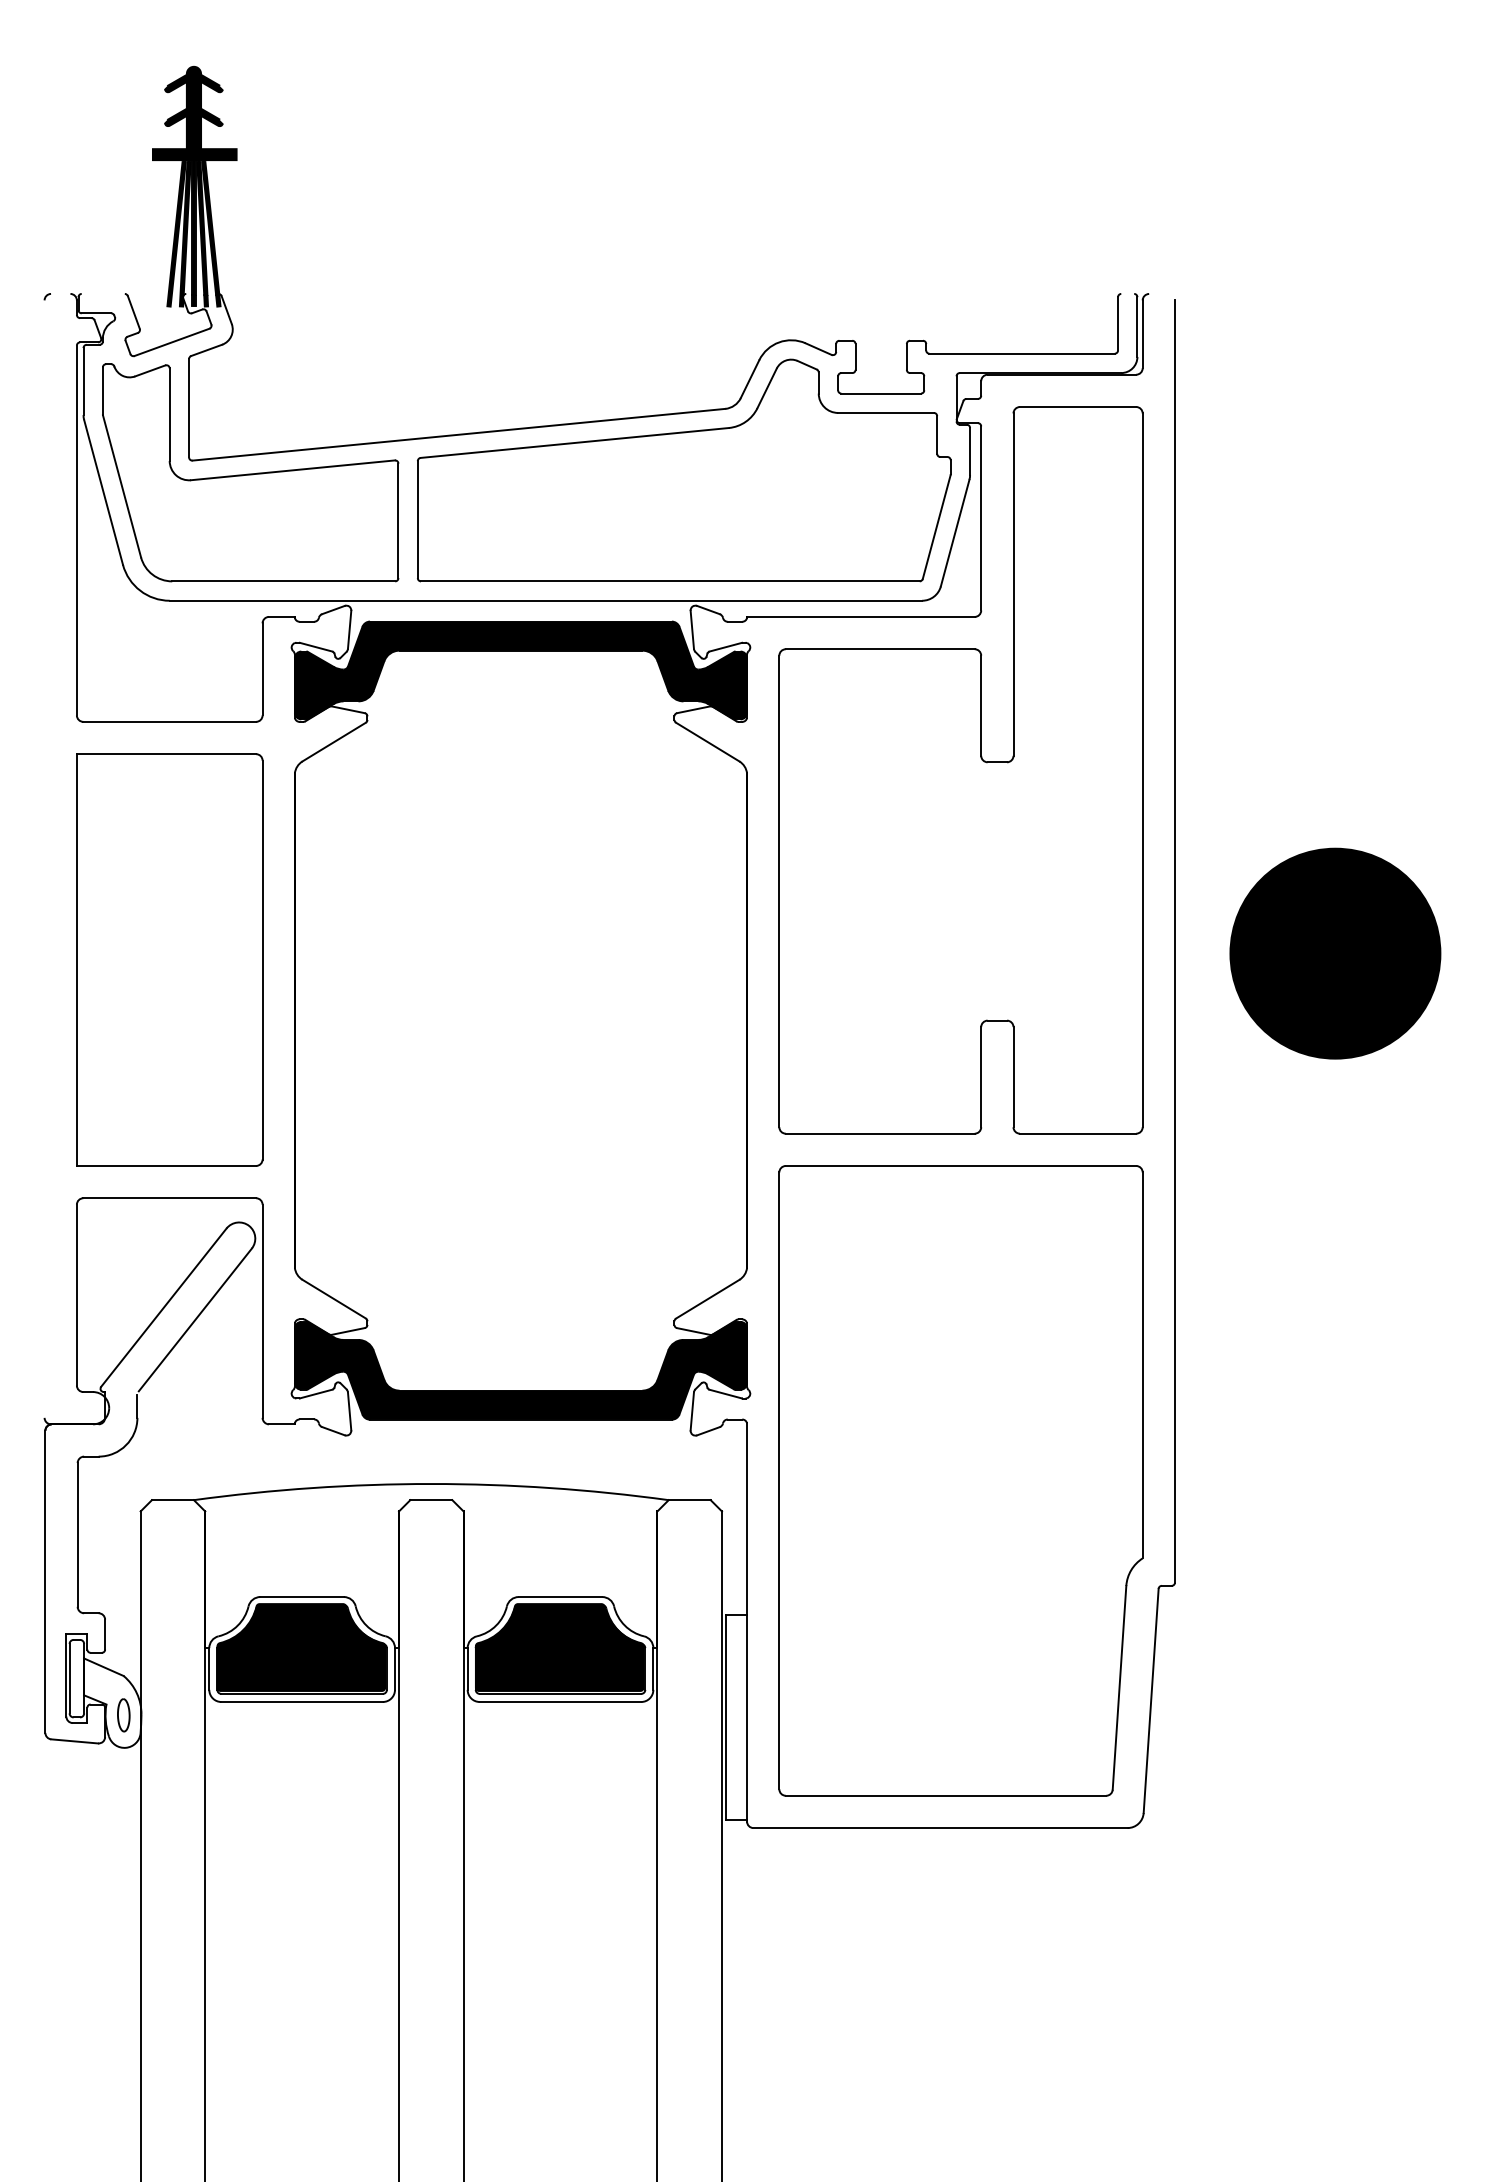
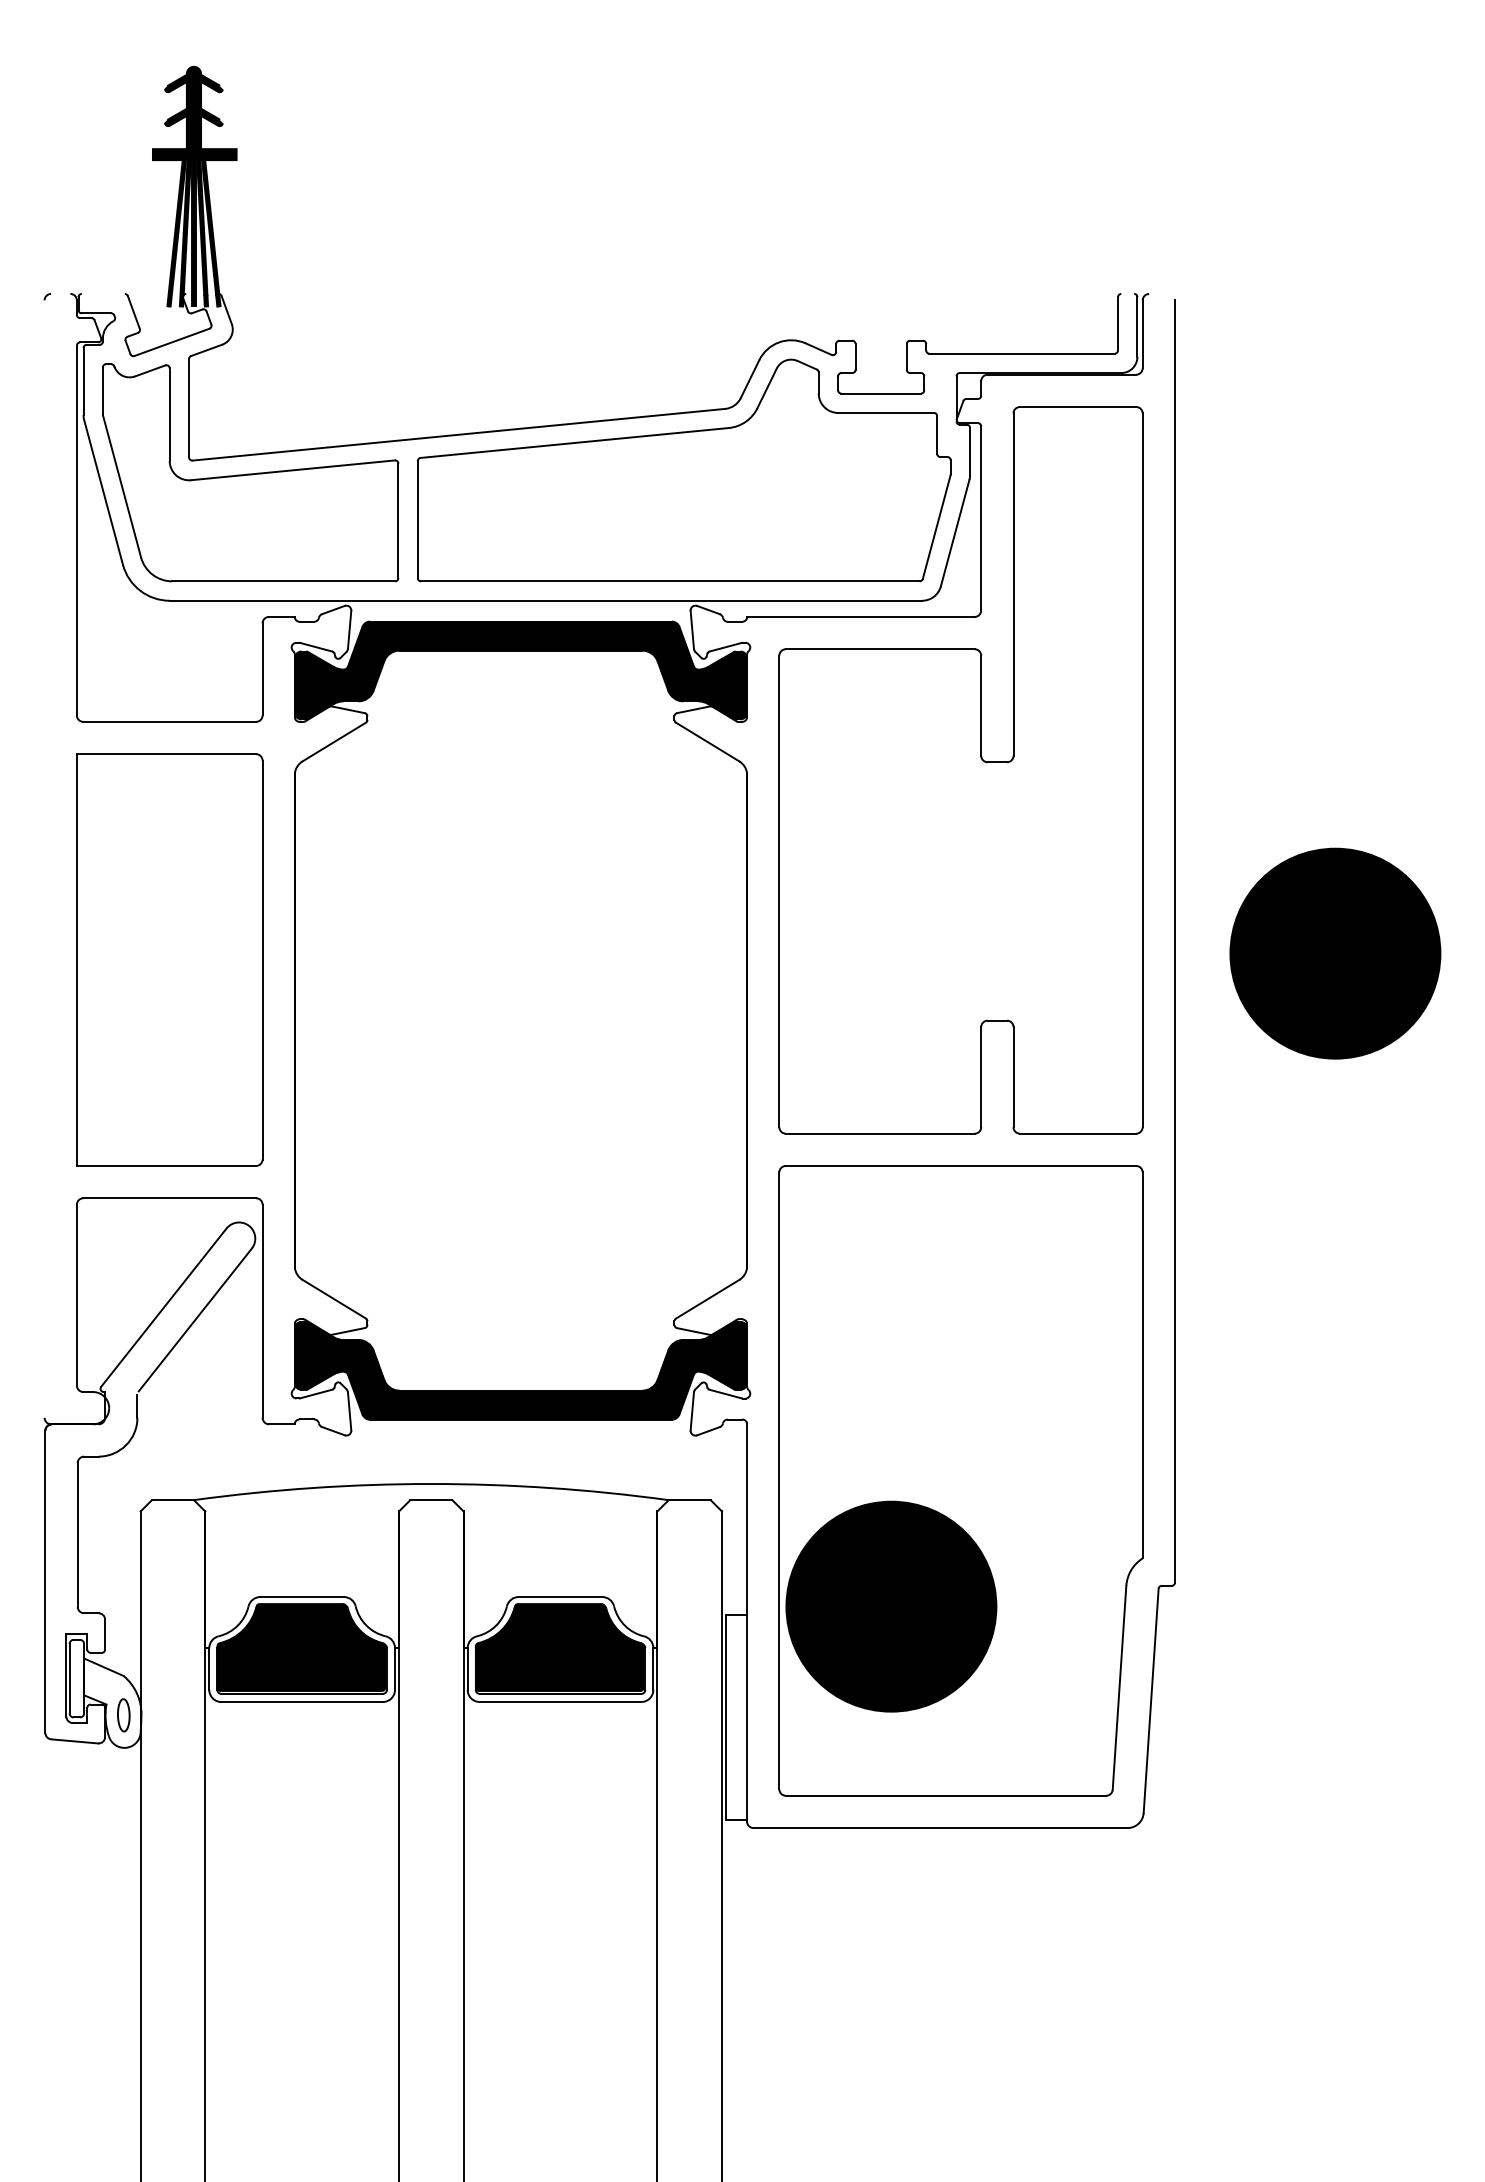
part at (891, 1606): none -> present
